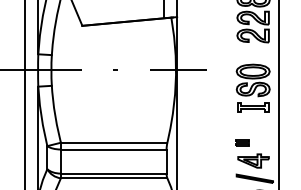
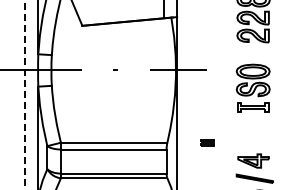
line at (24, 94): solid -> dashed
line at (279, 94): present -> none
part at (242, 142) position: (242, 142) -> (207, 142)
